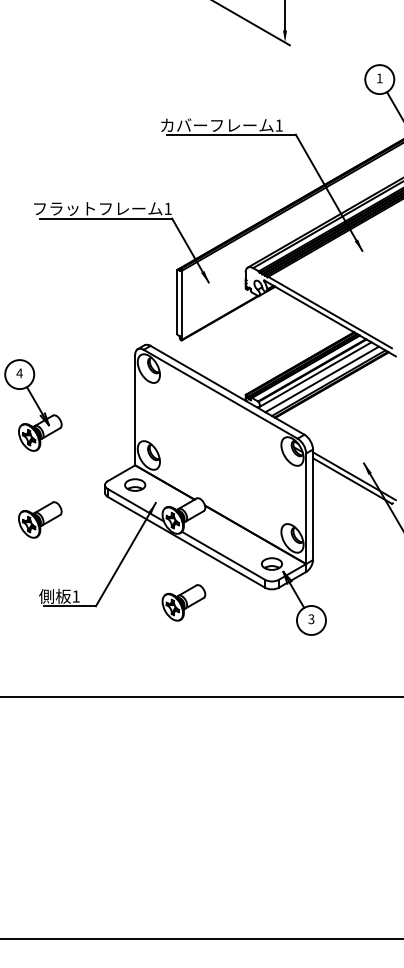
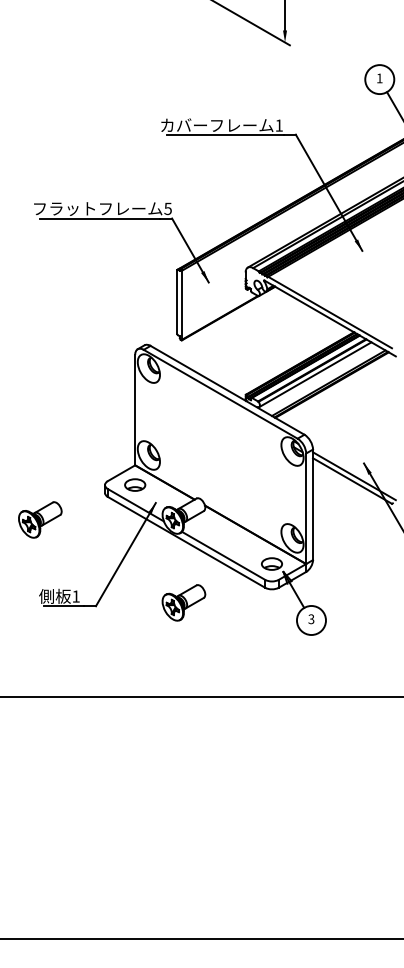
text at (167, 208): 1 -> 5
line at (321, 379): present -> none
part at (33, 405): present -> none
